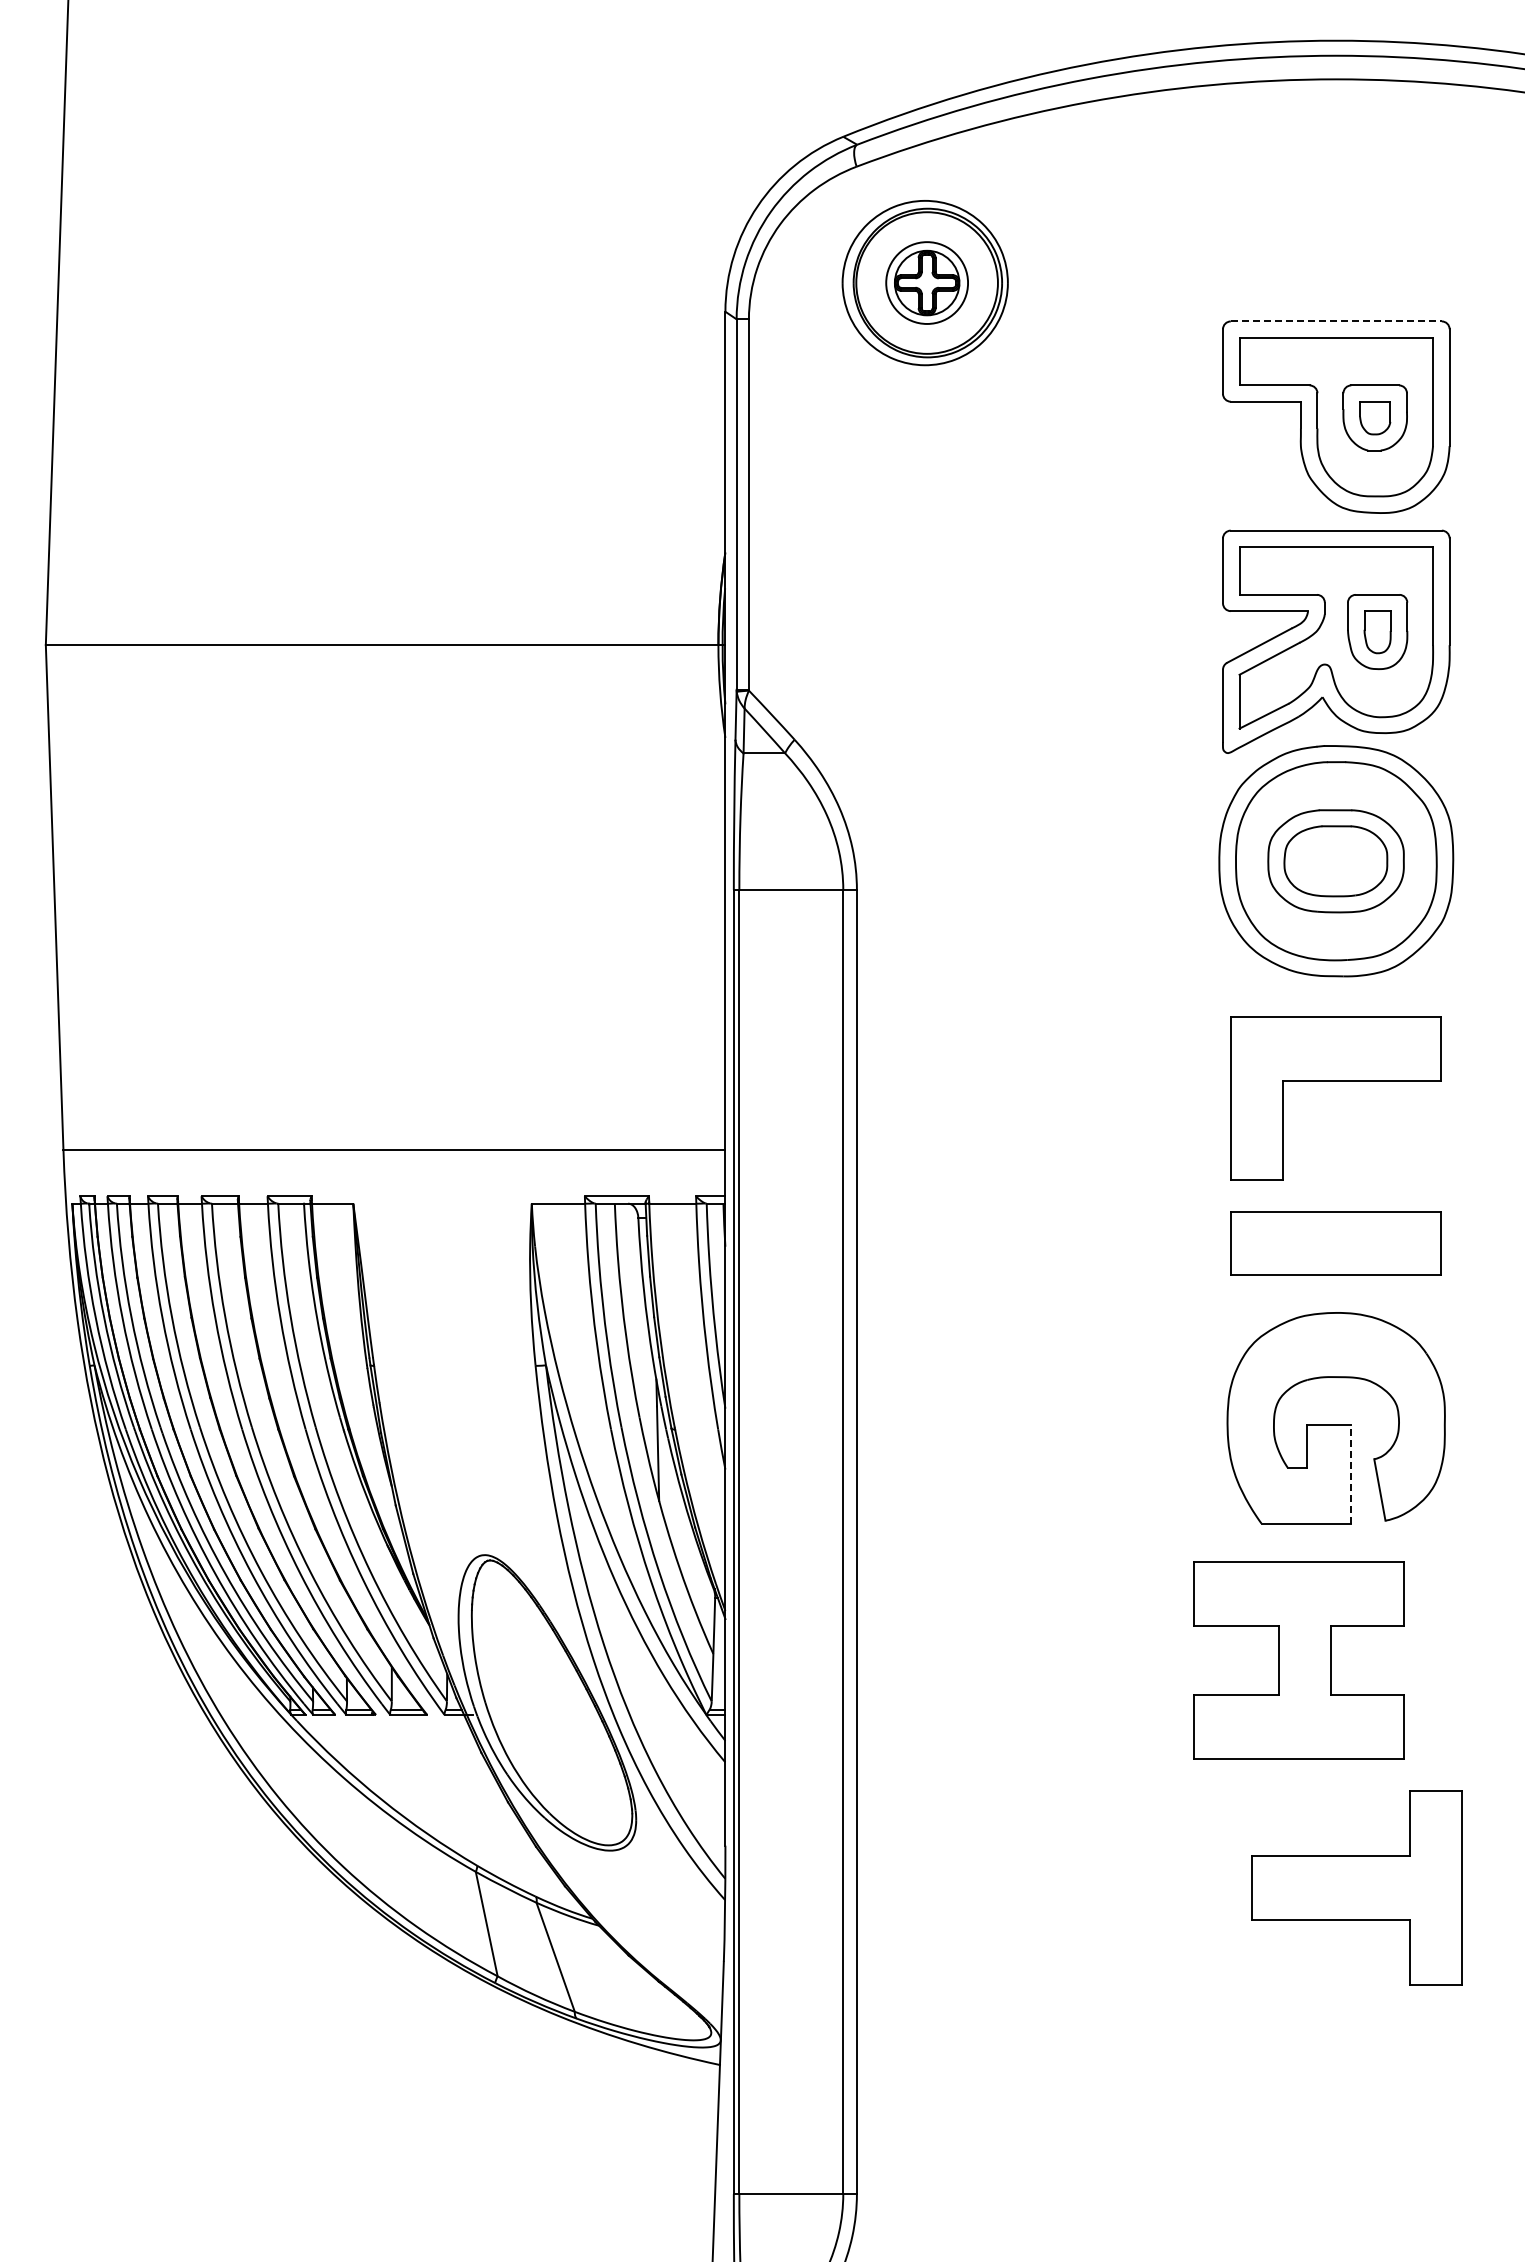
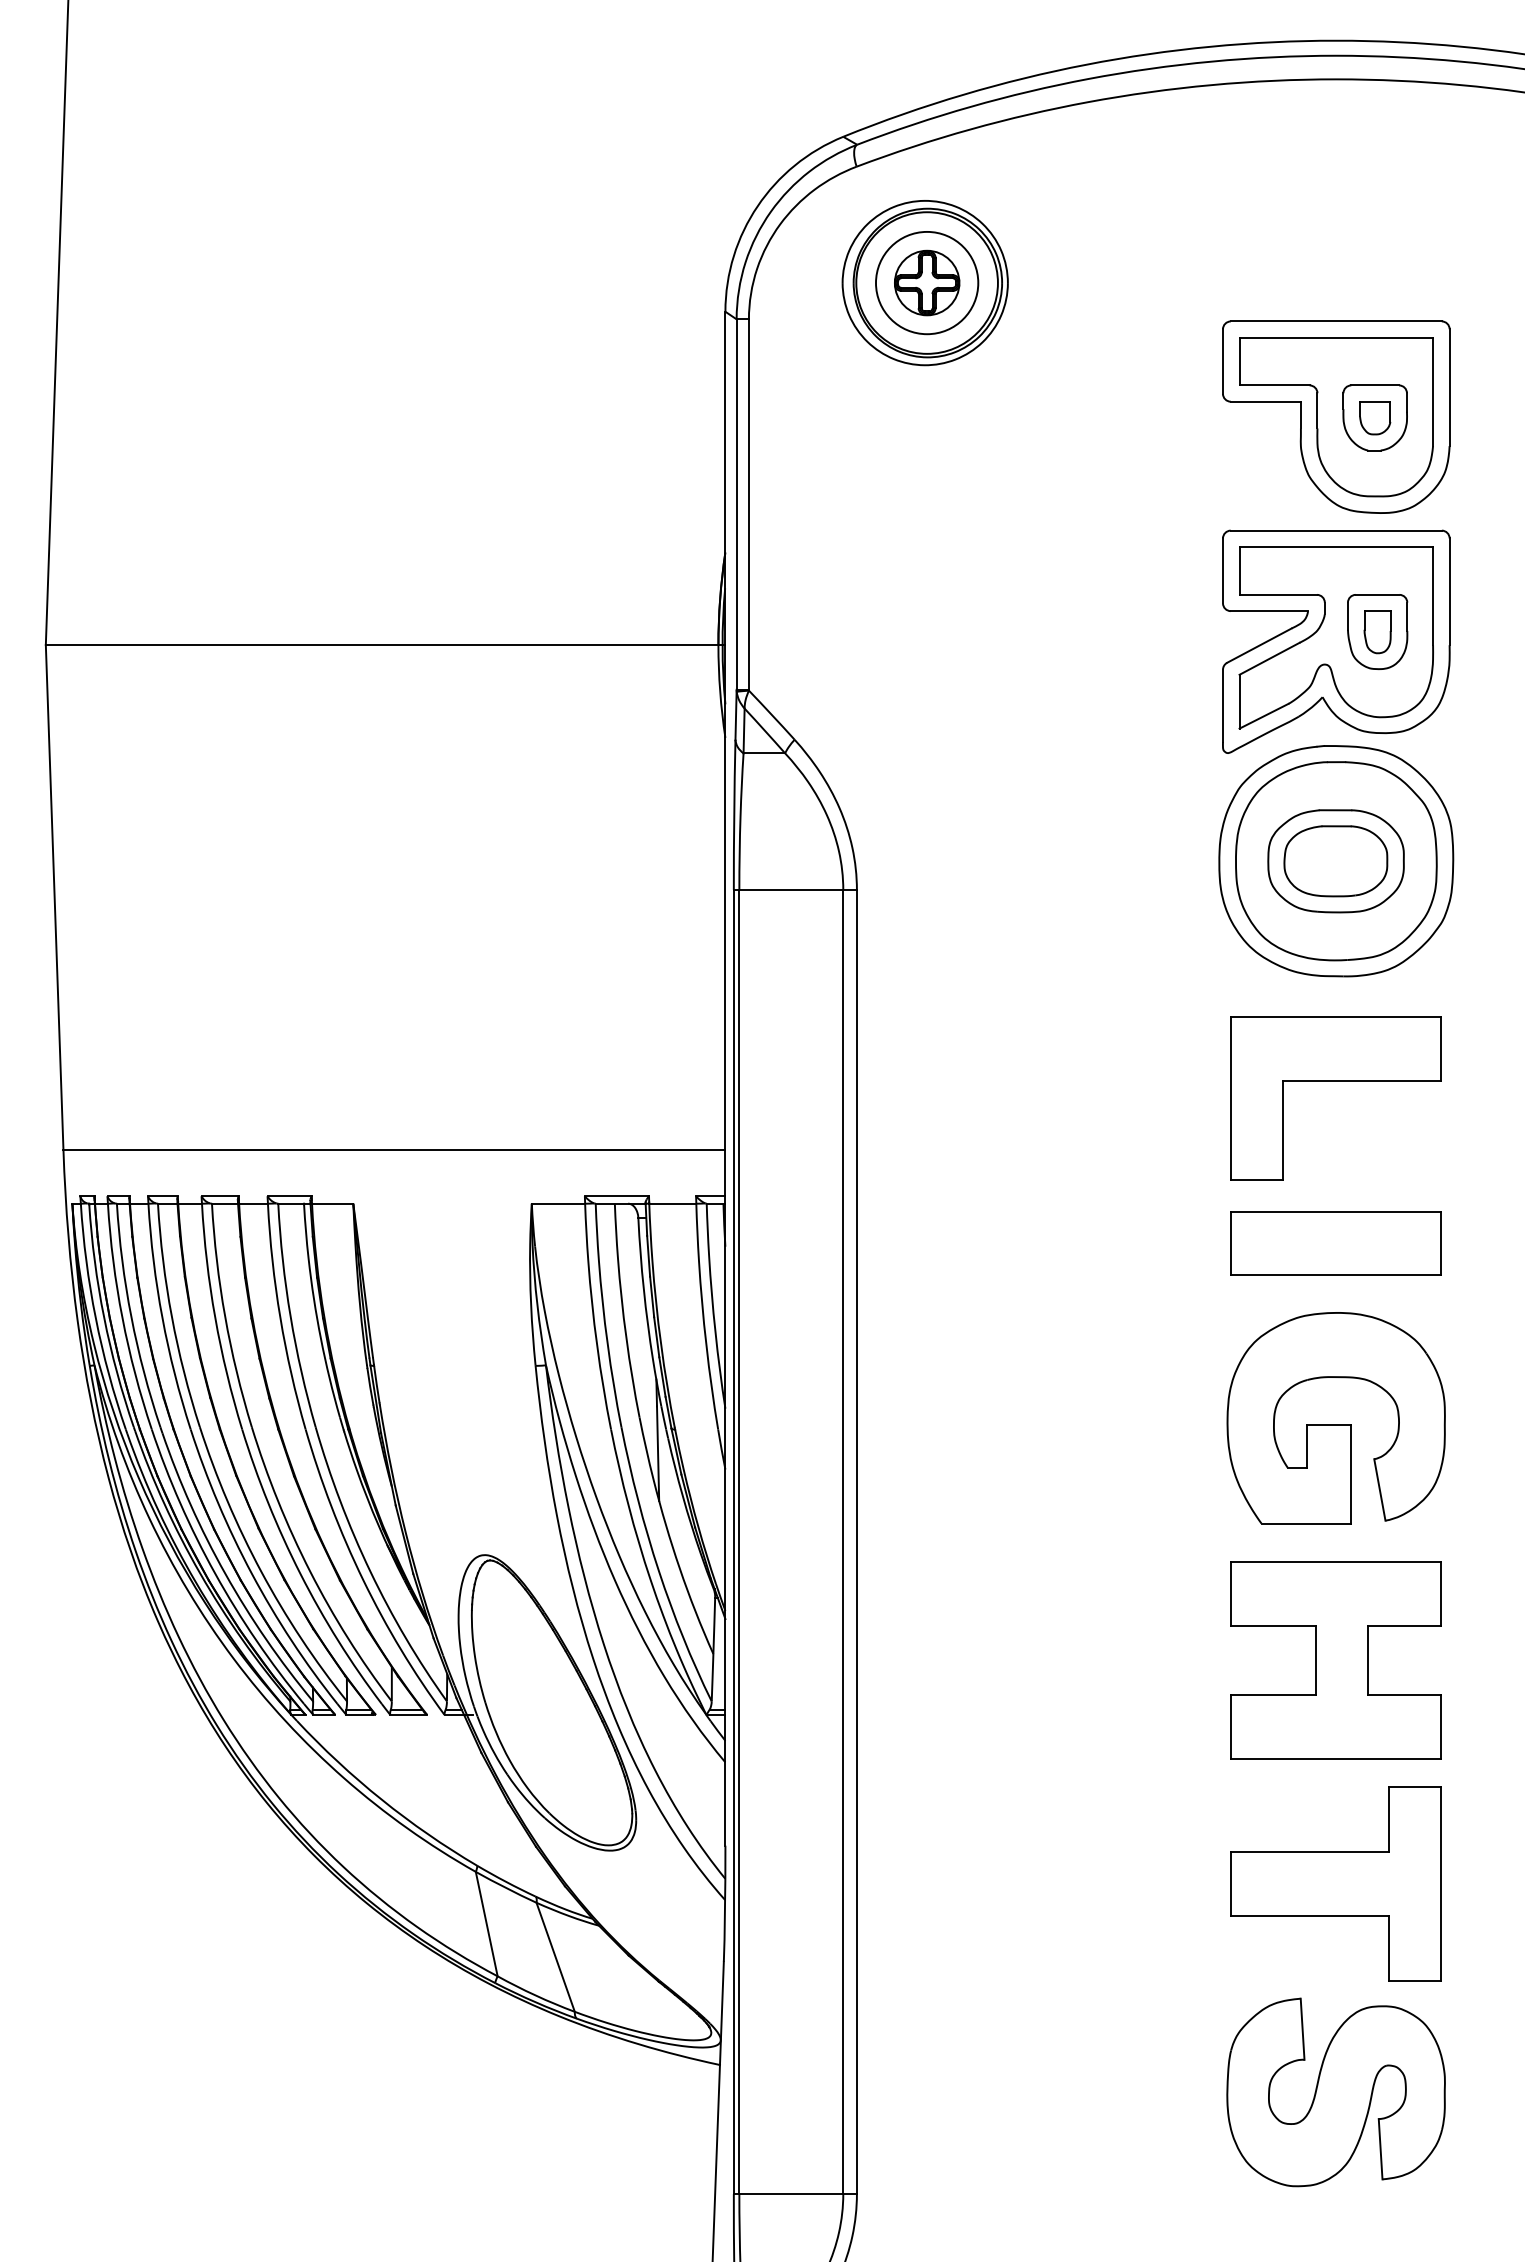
circle at (927, 282) diameter: 82 px -> 102 px
line at (1336, 321): dashed -> solid
line at (1351, 1473): dashed -> solid
part at (1298, 1660) position: (1298, 1660) -> (1335, 1660)
part at (1356, 1887) position: (1356, 1887) -> (1335, 1883)
part at (1335, 2092): none -> present
